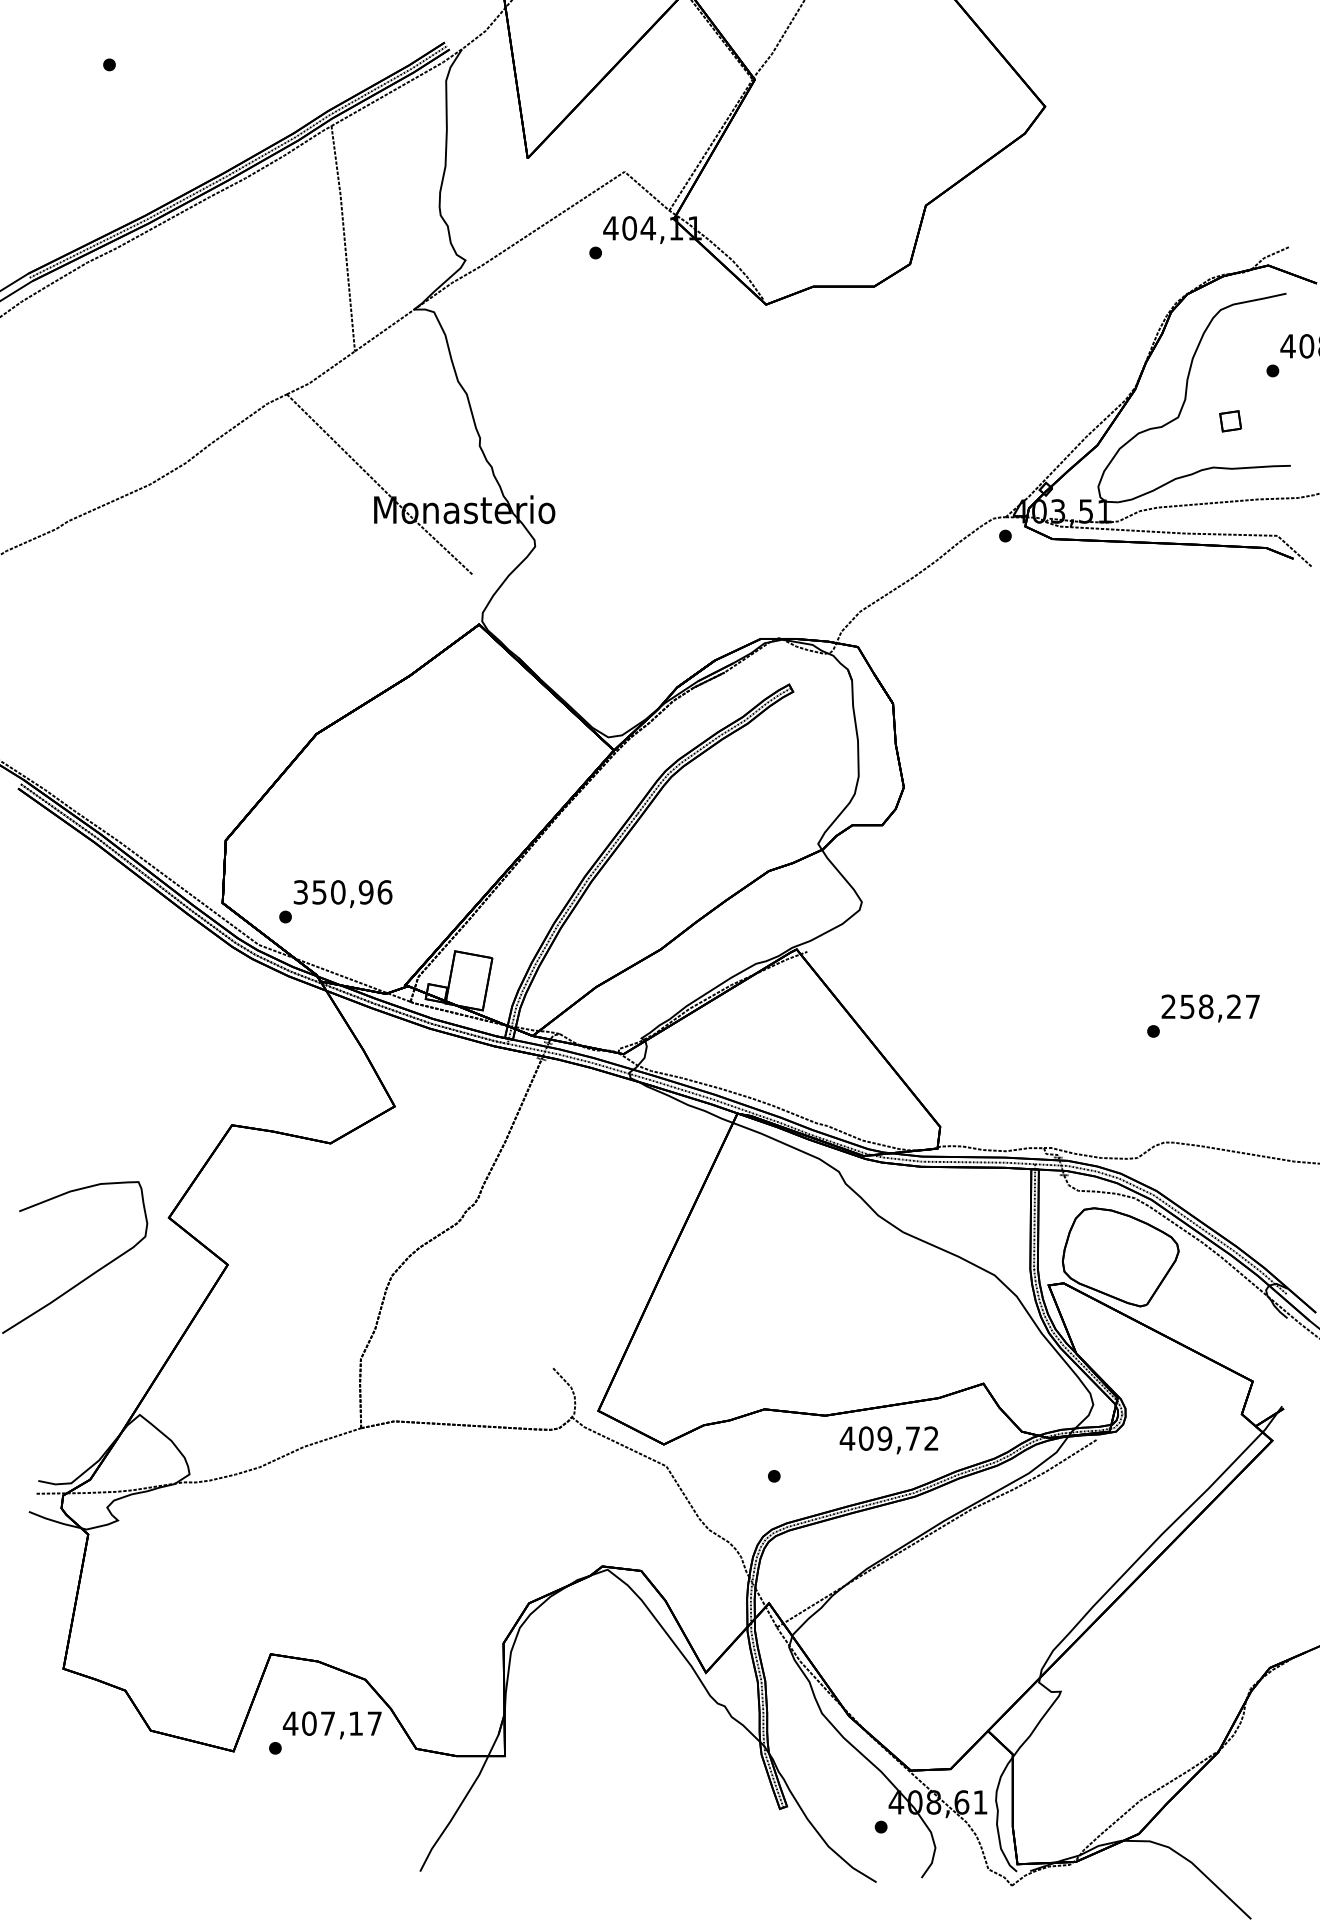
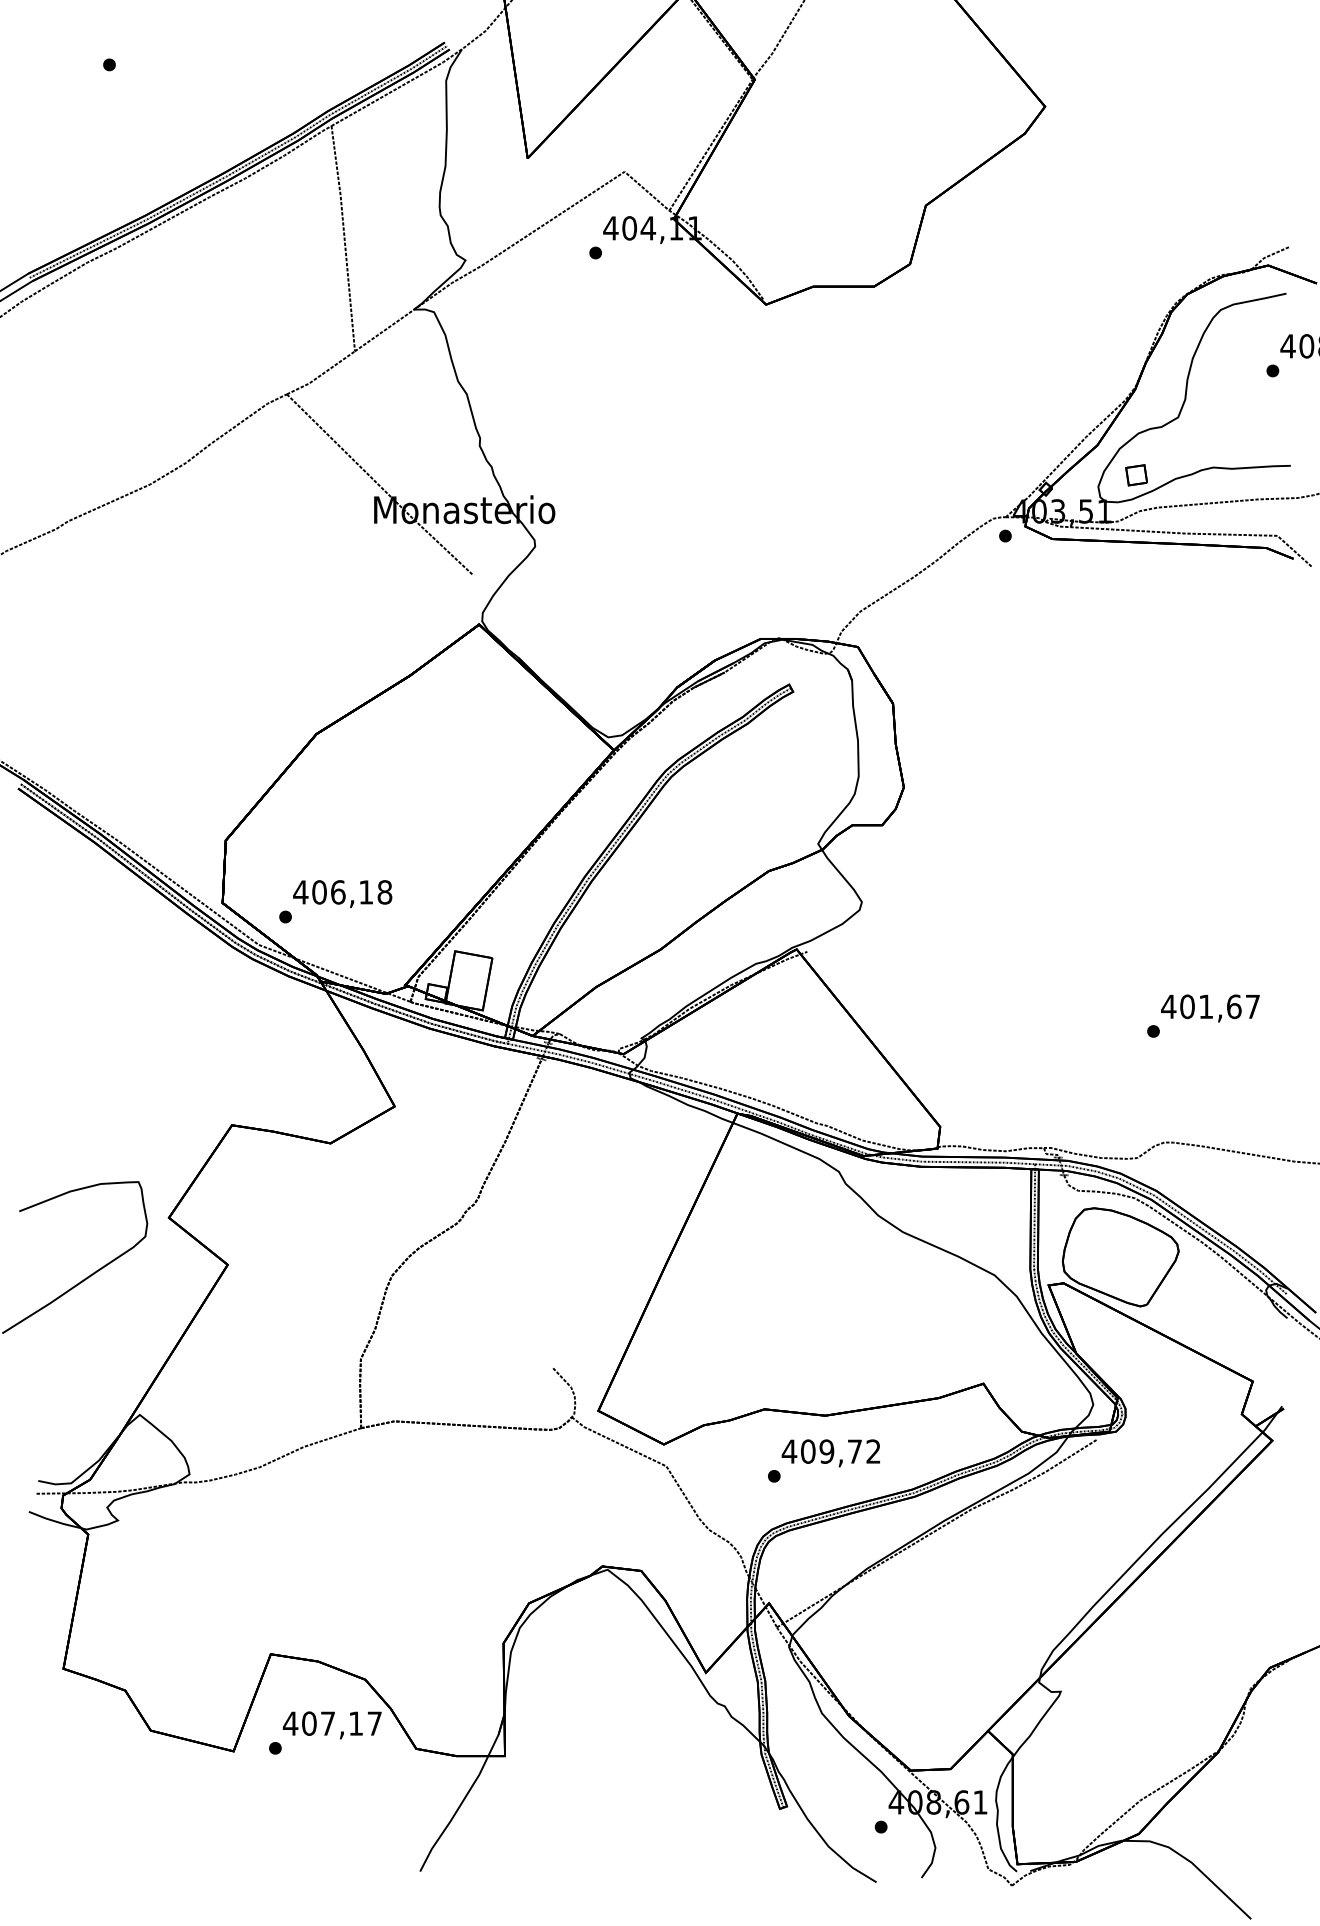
part at (1230, 421) position: (1230, 421) -> (1136, 475)
text at (342, 892): 350,96 -> 406,18
text at (1201, 1006): 258,27 -> 401,67
text at (888, 1440) position: (888, 1440) -> (830, 1453)
